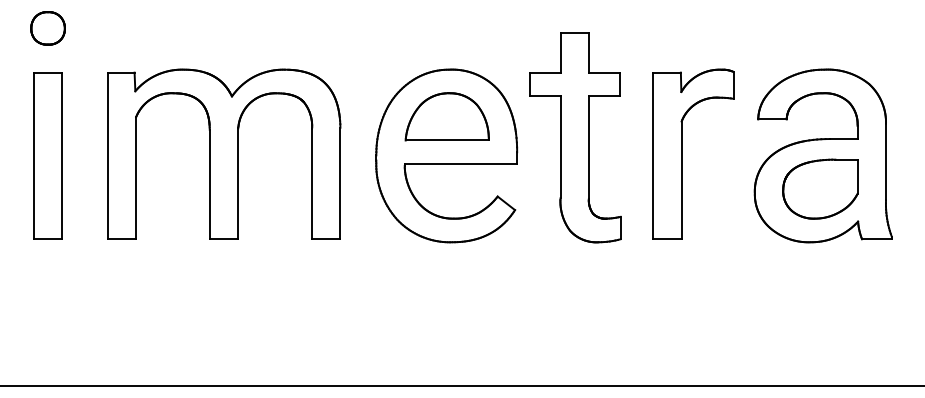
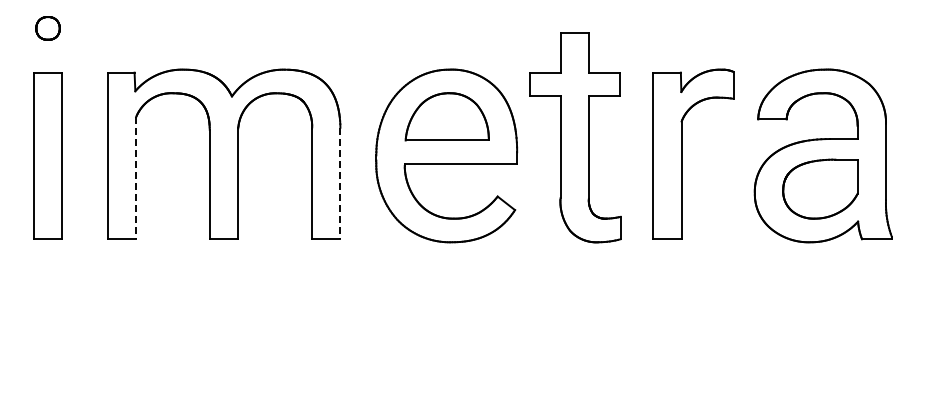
part at (47, 28) size: 36x35 px -> 26x25 px
line at (136, 178): solid -> dashed
line at (340, 183): solid -> dashed
line at (461, 385): present -> none
